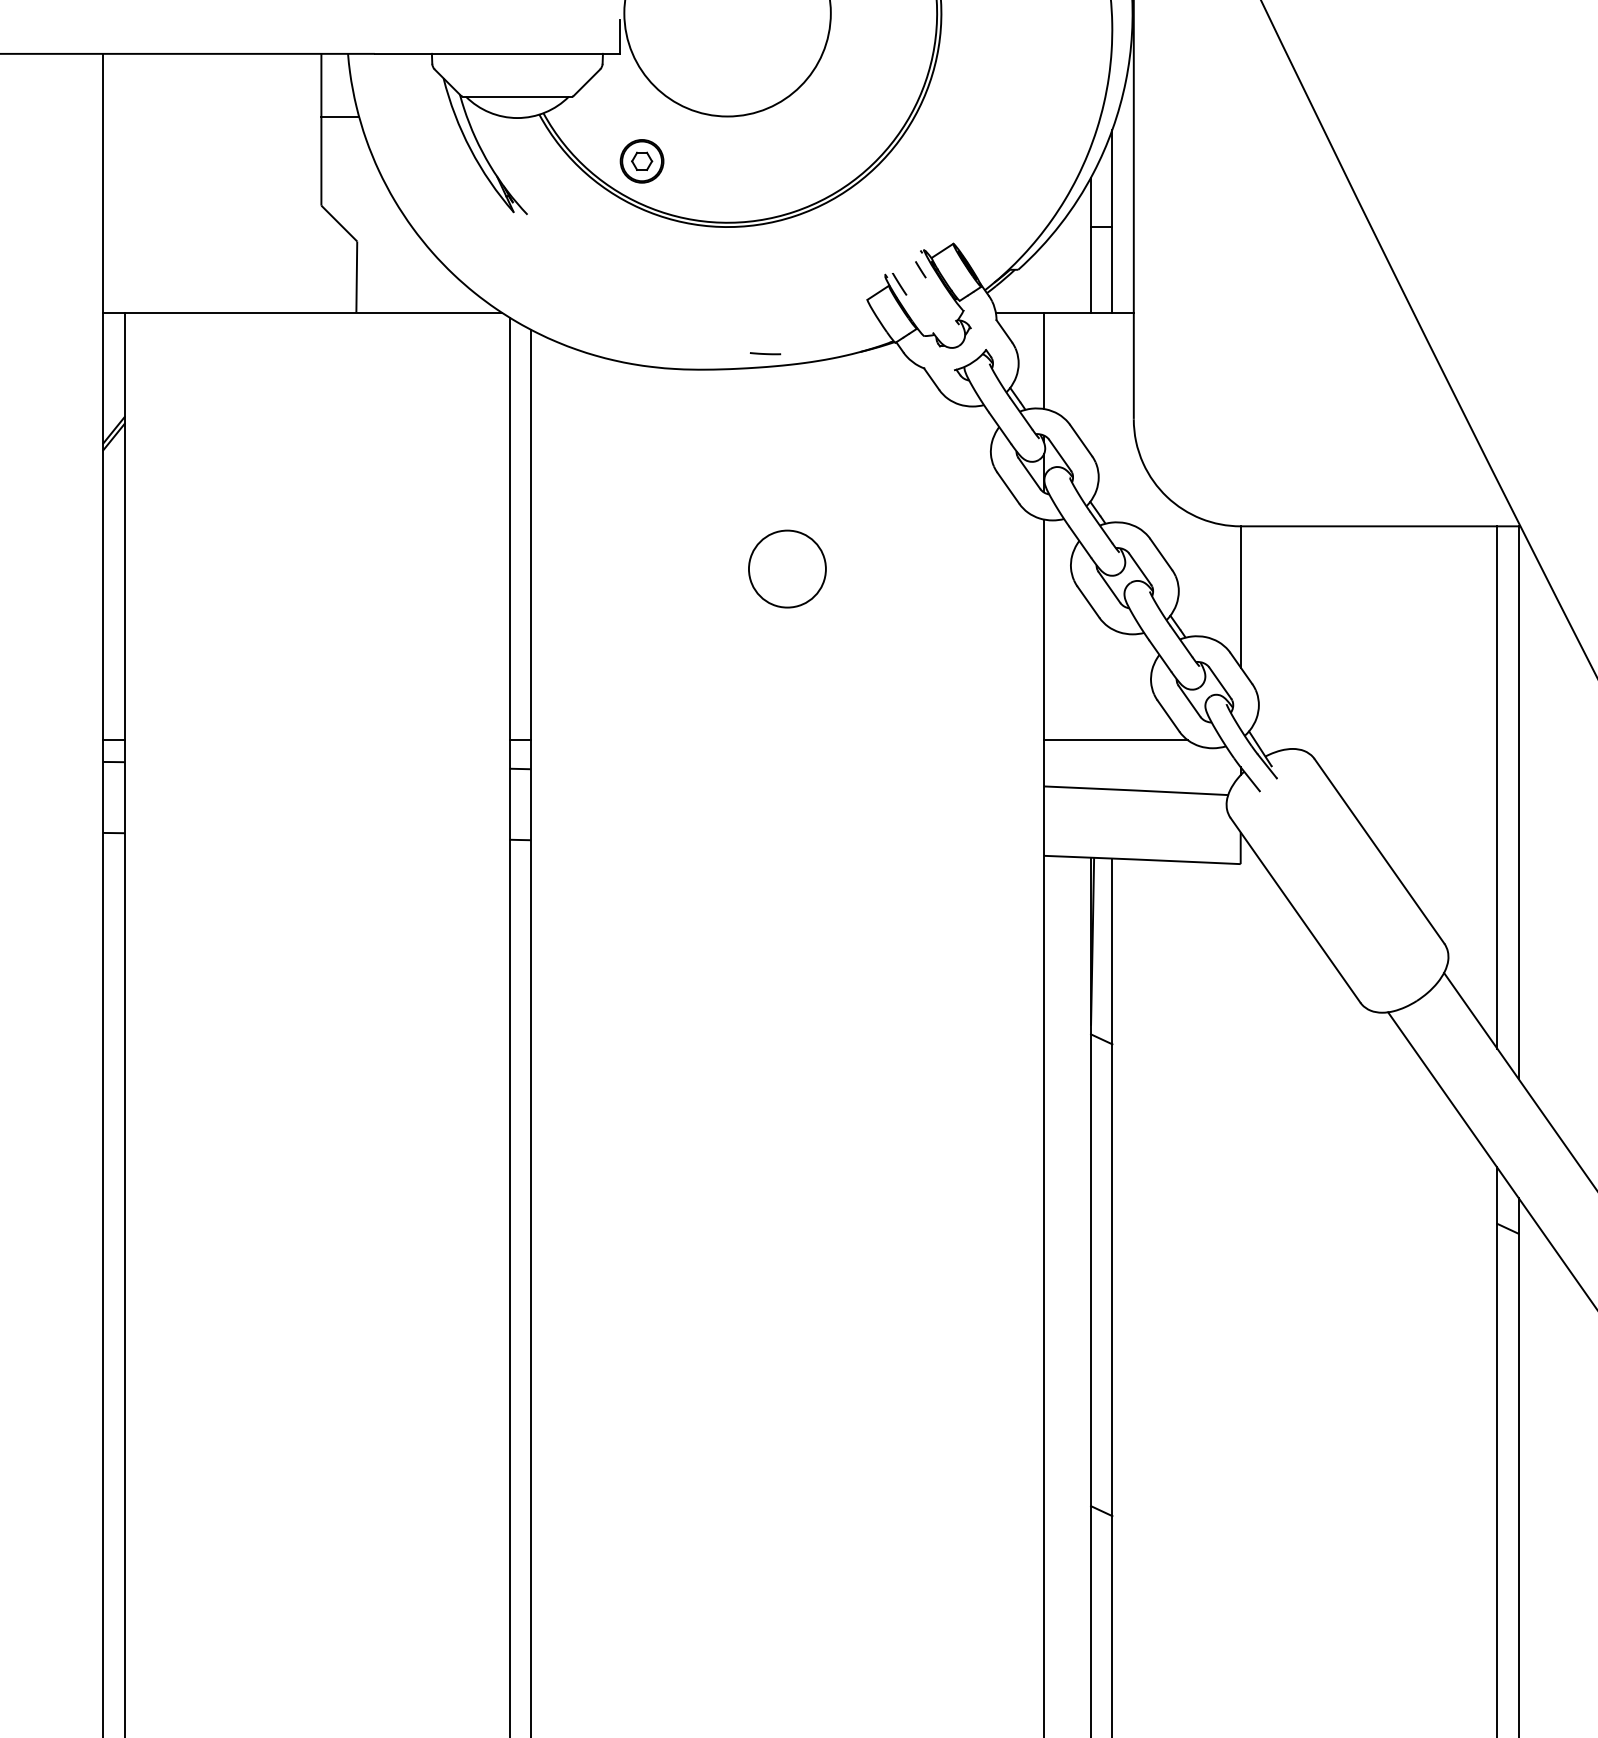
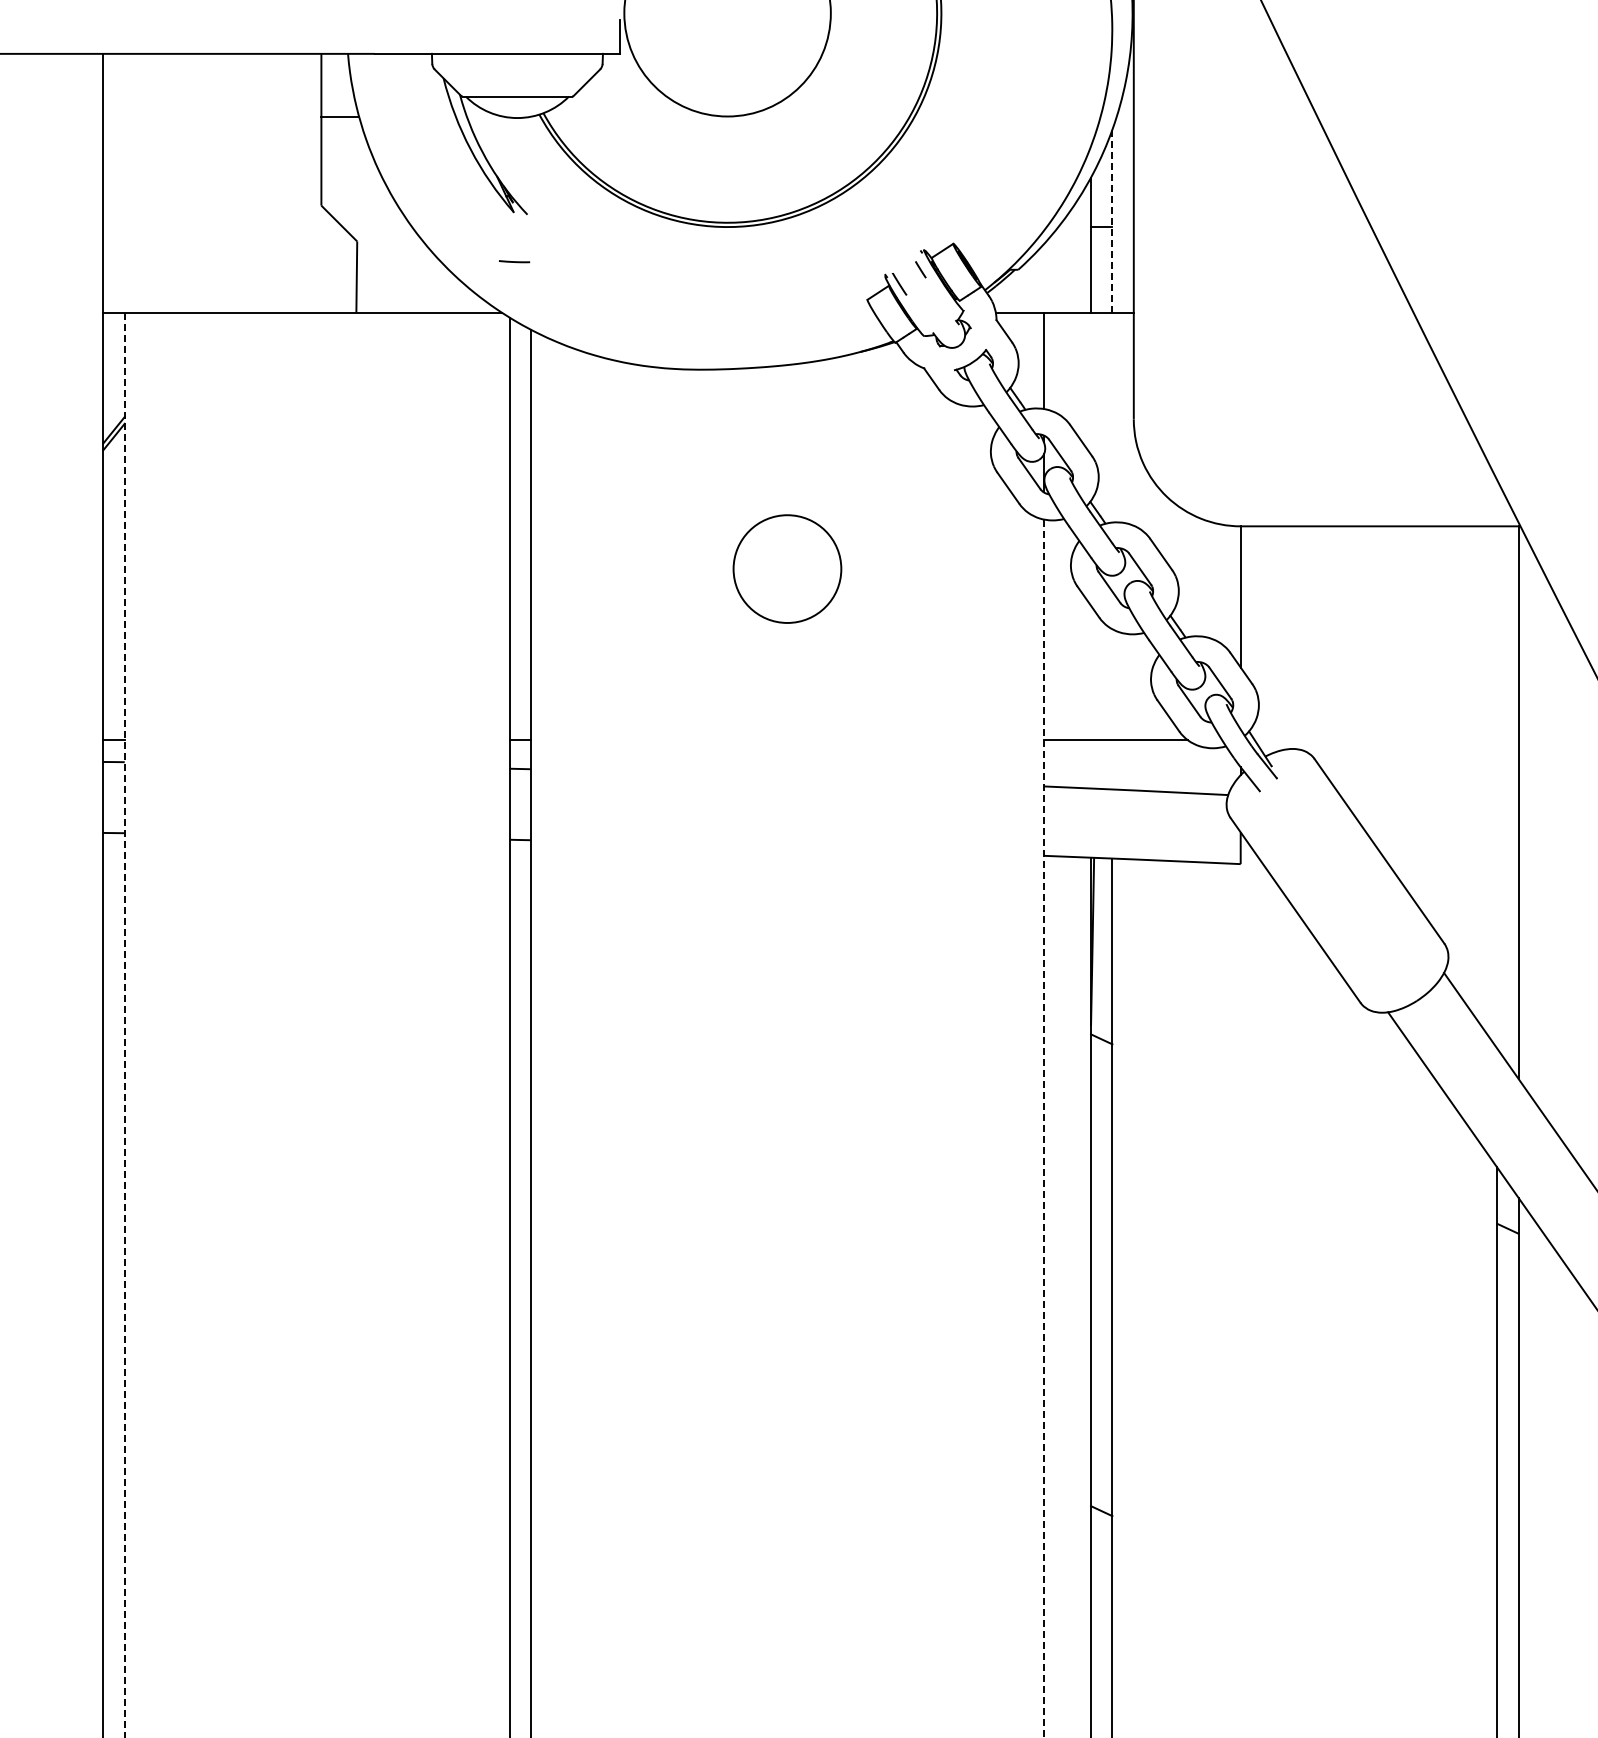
part at (641, 161): present -> none
line at (1112, 220): solid -> dashed
line at (765, 353) position: (765, 353) -> (514, 261)
circle at (786, 568) diameter: 77 px -> 108 px
line at (1497, 787): present -> none
line at (124, 1025): solid -> dashed
line at (1044, 1128): solid -> dashed
